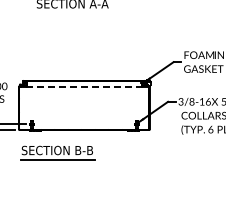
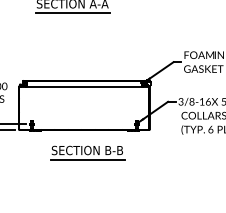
line at (72, 12): none -> present
line at (83, 86): dashed -> solid
part at (57, 152) position: (57, 152) -> (87, 152)
